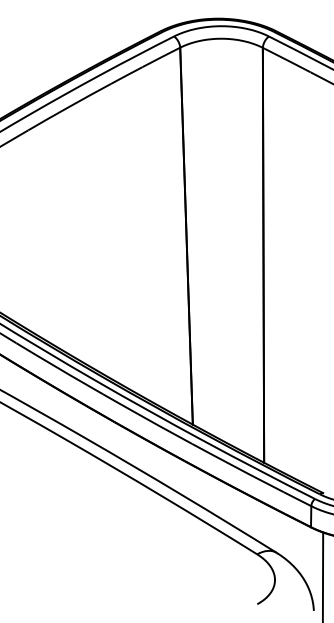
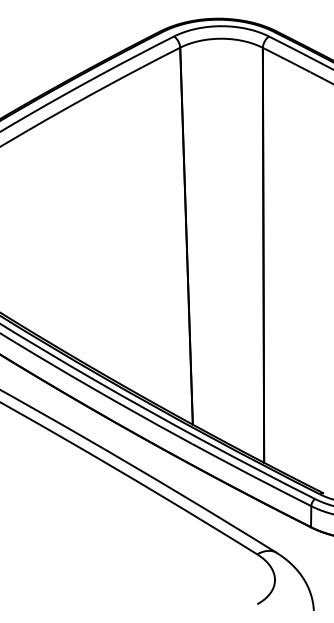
line at (322, 575): present -> none
